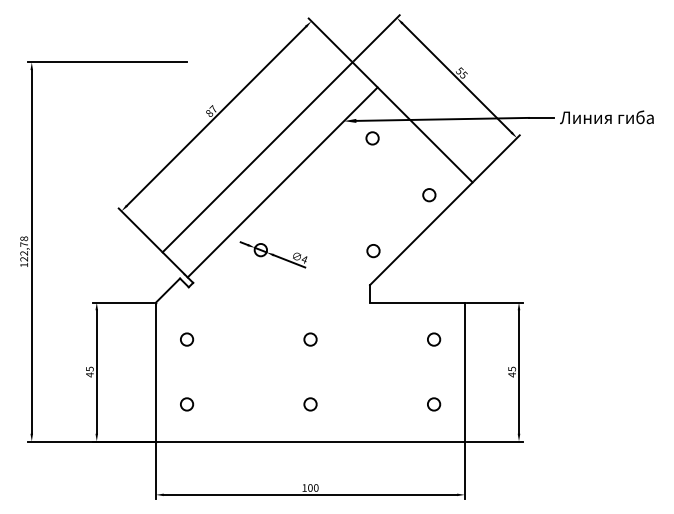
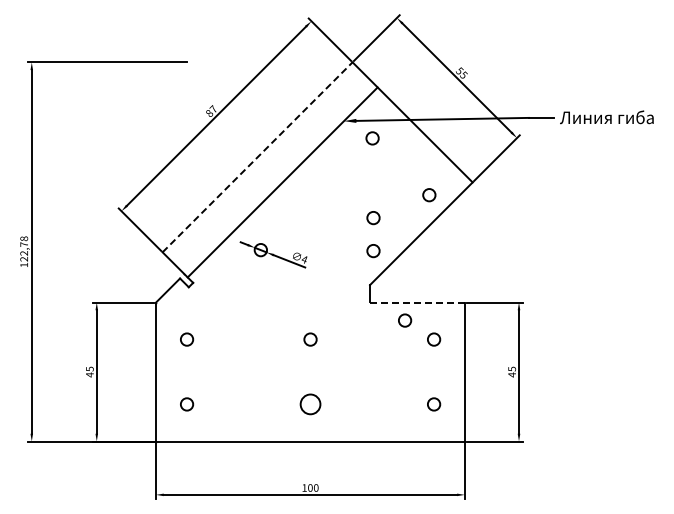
line at (257, 156): solid -> dashed
circle at (373, 218): none -> present
line at (417, 302): solid -> dashed
circle at (405, 320): none -> present
circle at (310, 404) size: 15x15 px -> 23x23 px
